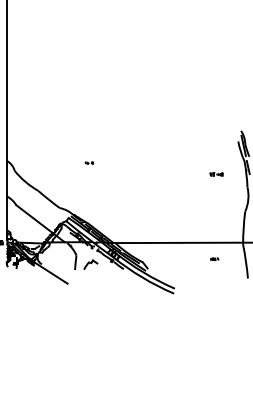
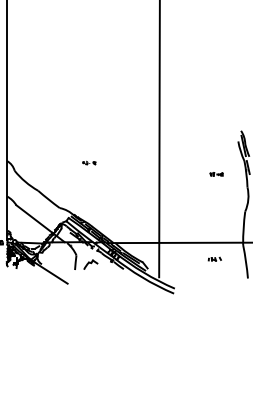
line at (159, 139): none -> present
part at (89, 162) size: 11x4 px -> 15x6 px
part at (214, 259) size: 10x5 px -> 15x6 px
